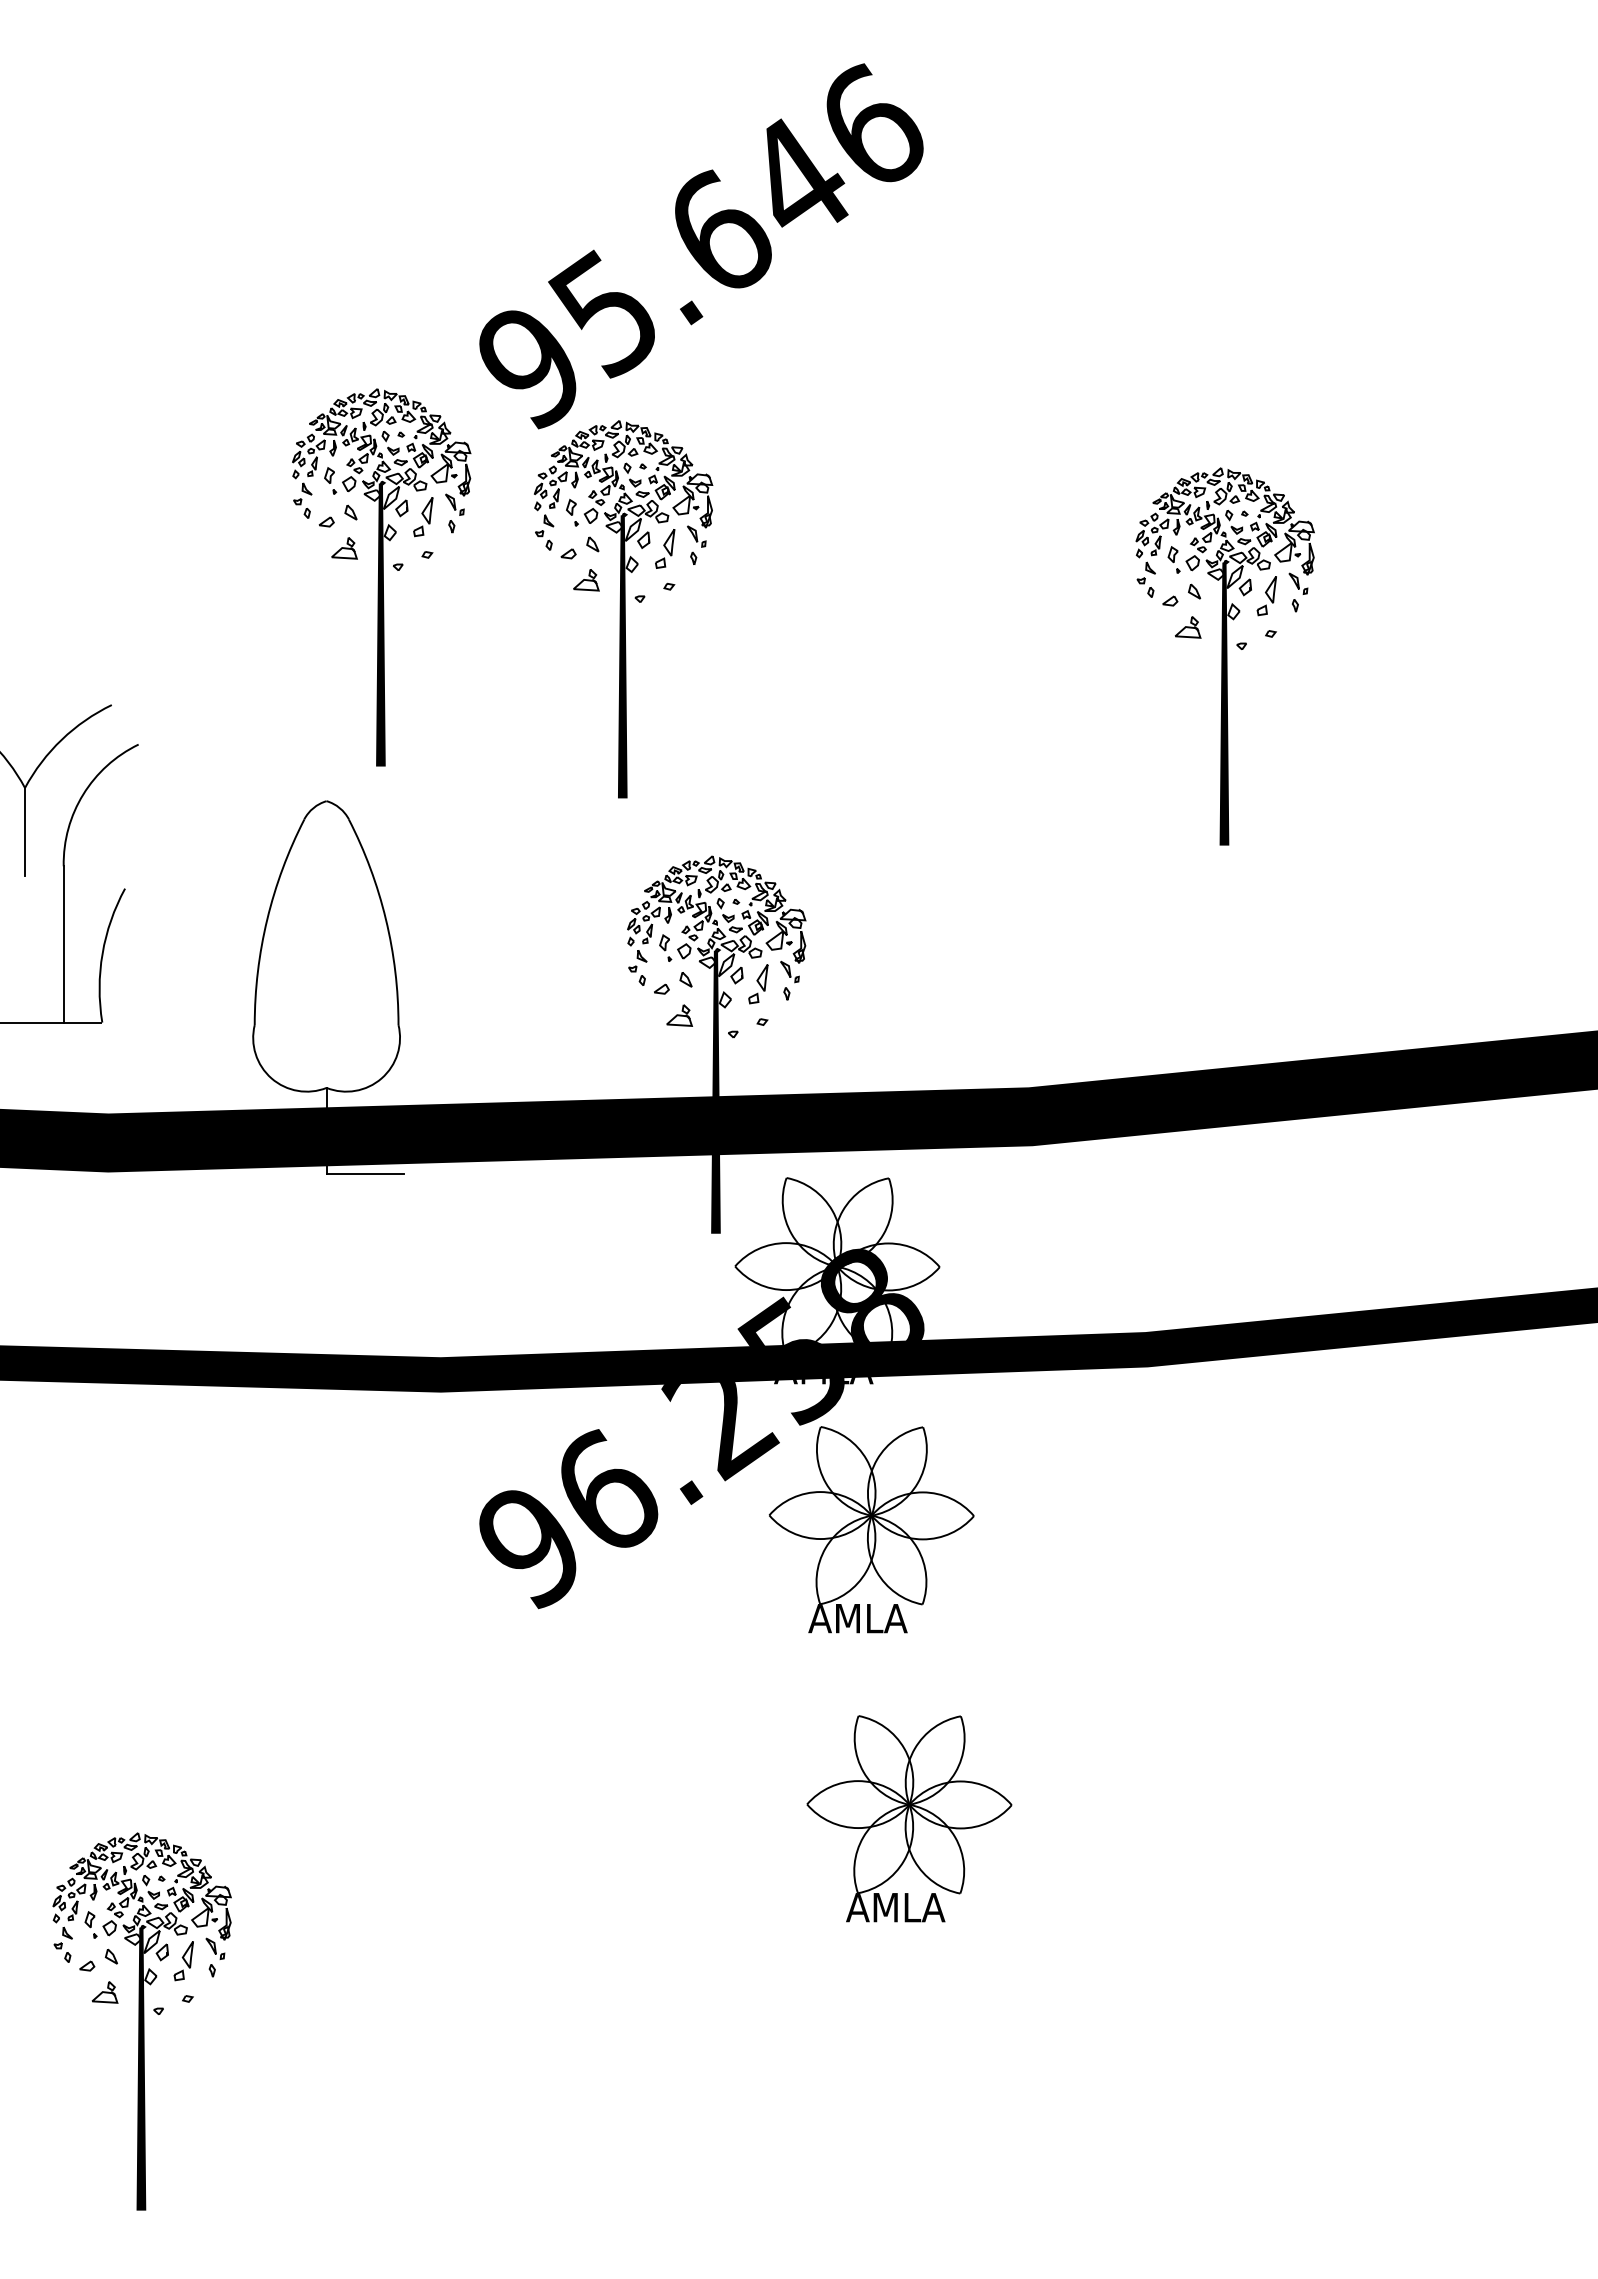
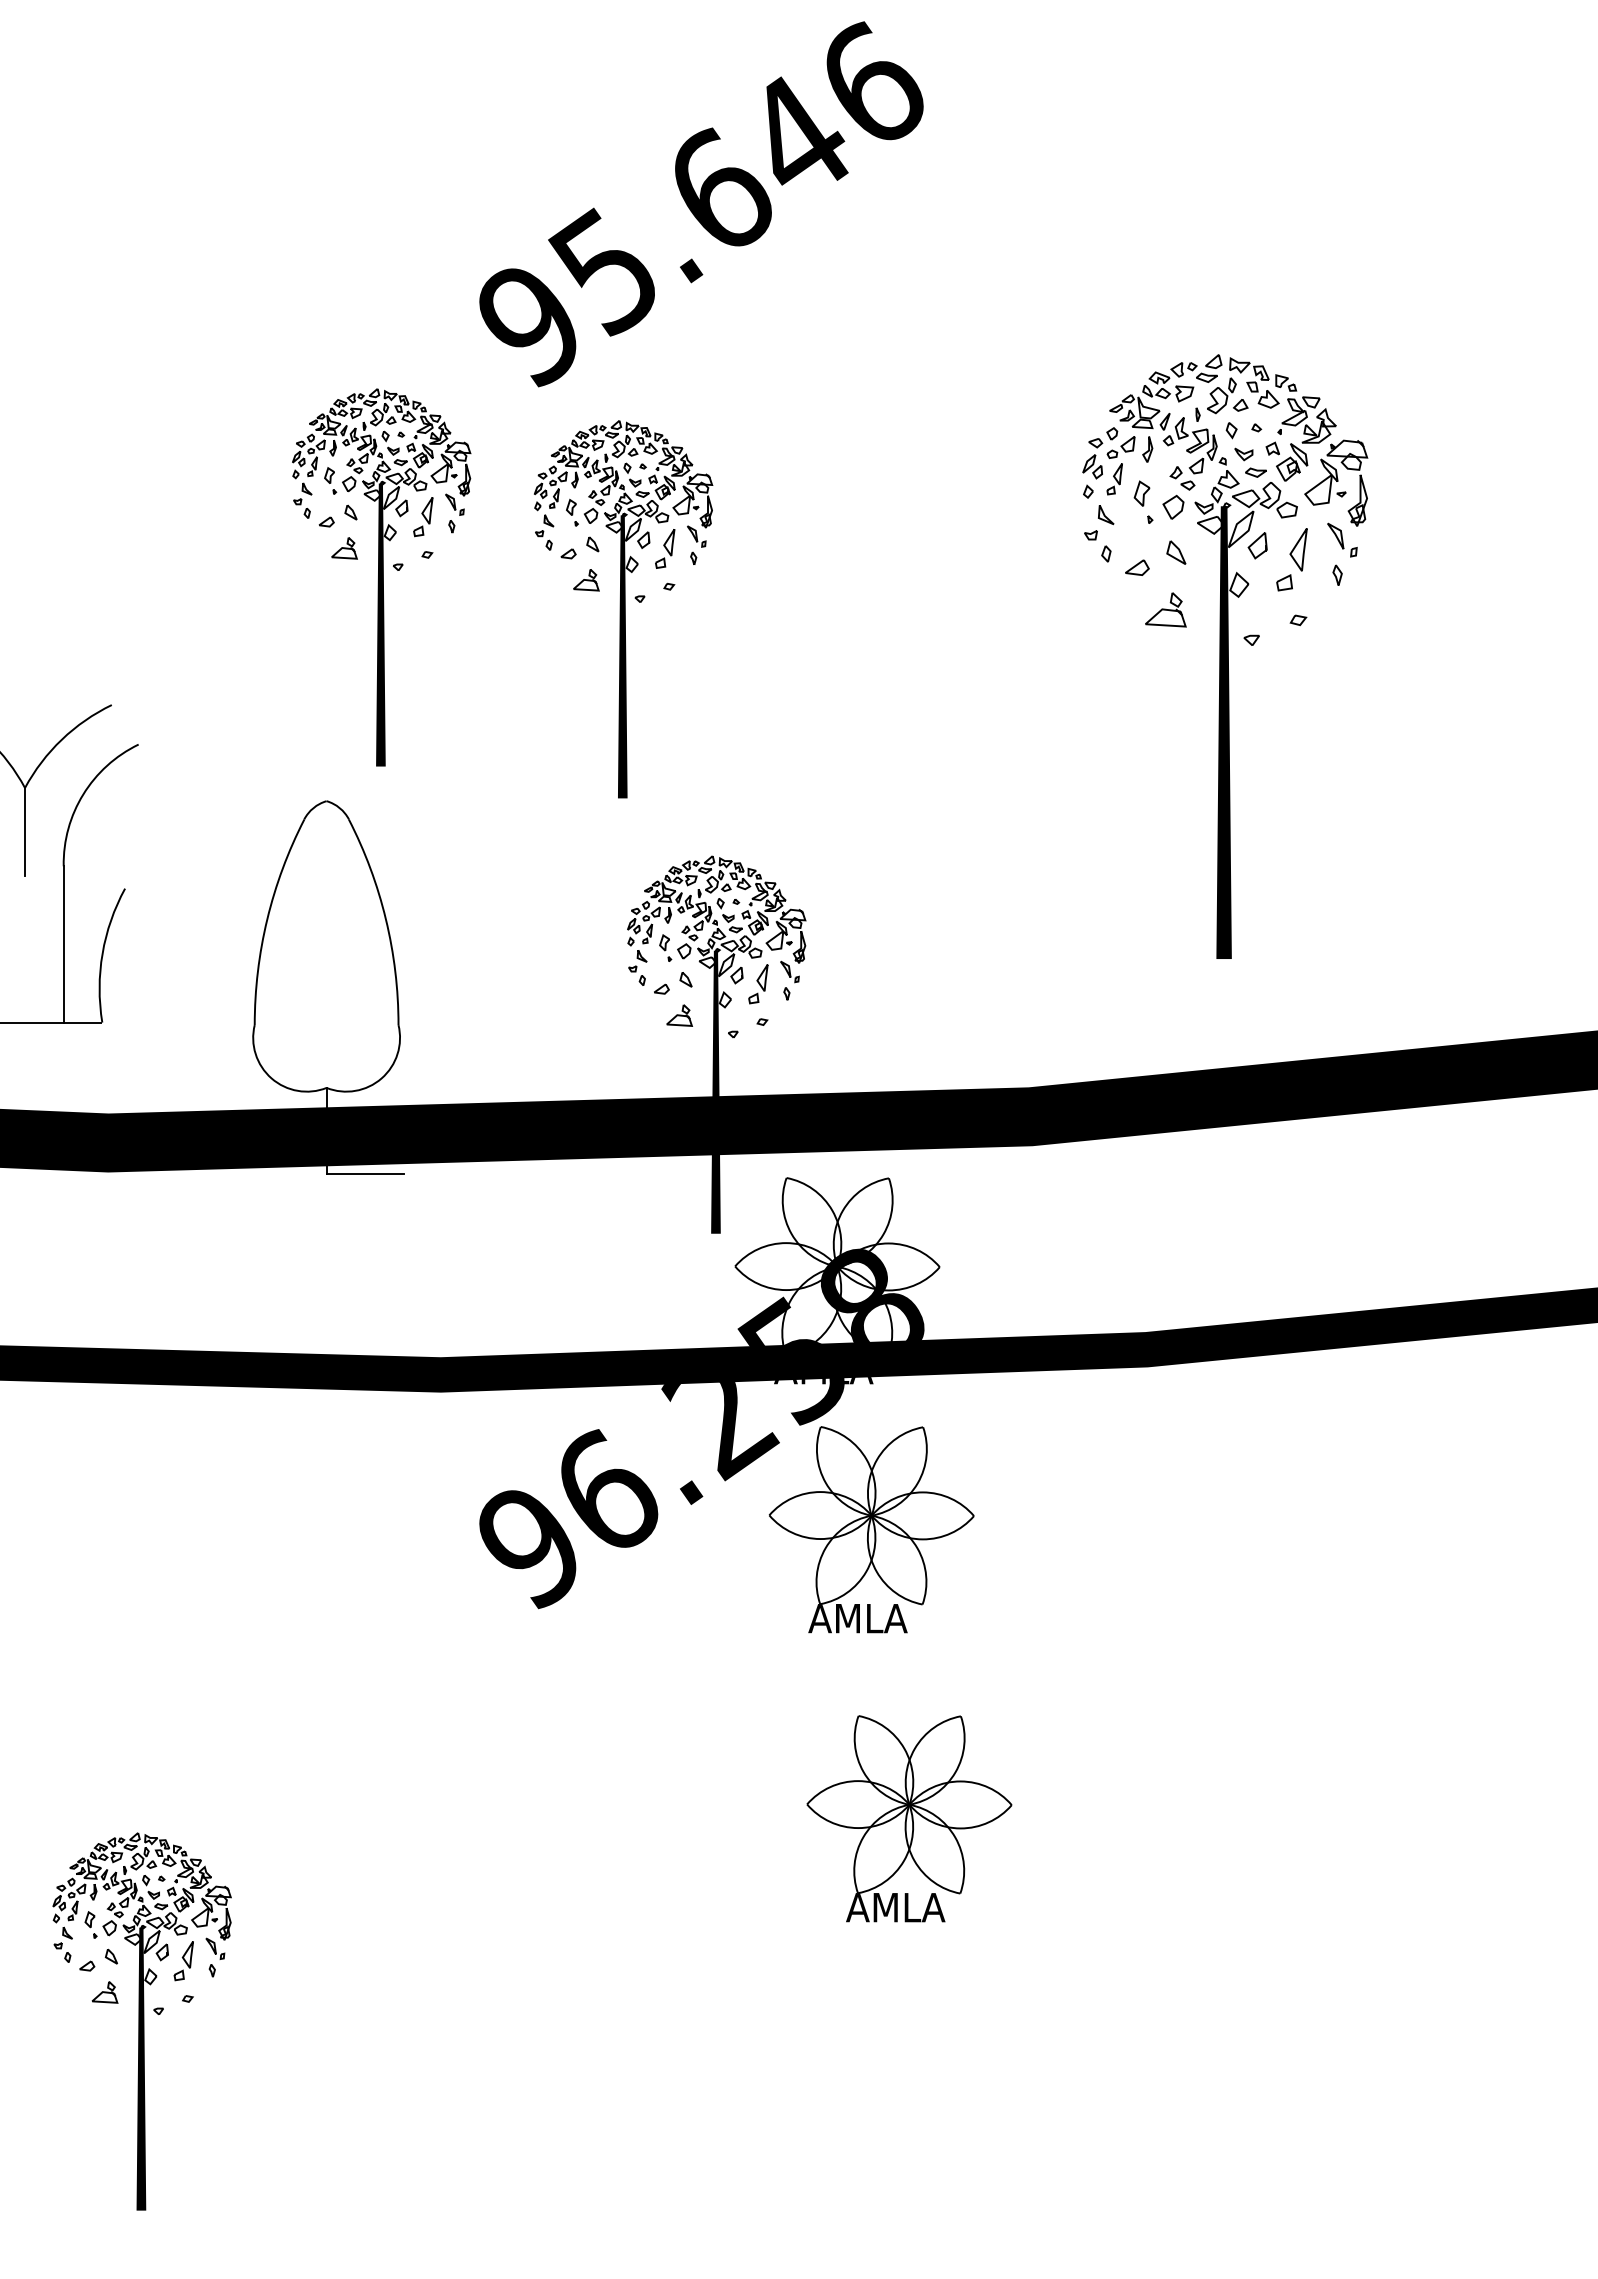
text at (701, 246) position: (701, 246) -> (701, 204)
part at (1224, 656) size: 180x379 px -> 287x605 px
